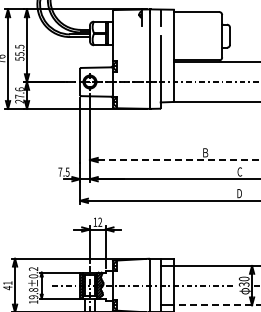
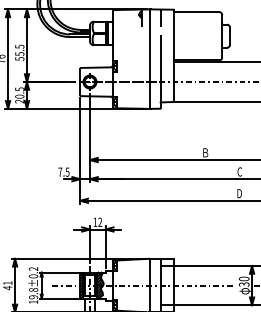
text at (19, 92): 27.6 -> 20.5
line at (179, 160): dashed -> solid
line at (216, 305): dashed -> solid
